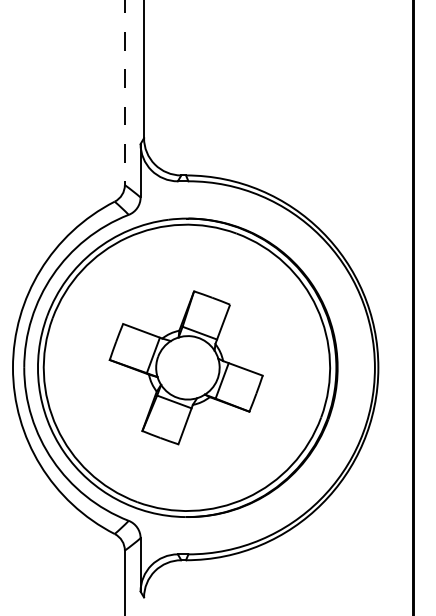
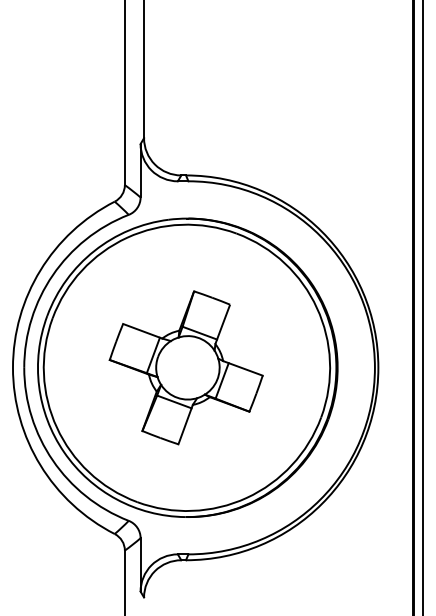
line at (124, 93): dashed -> solid
line at (423, 307): none -> present
